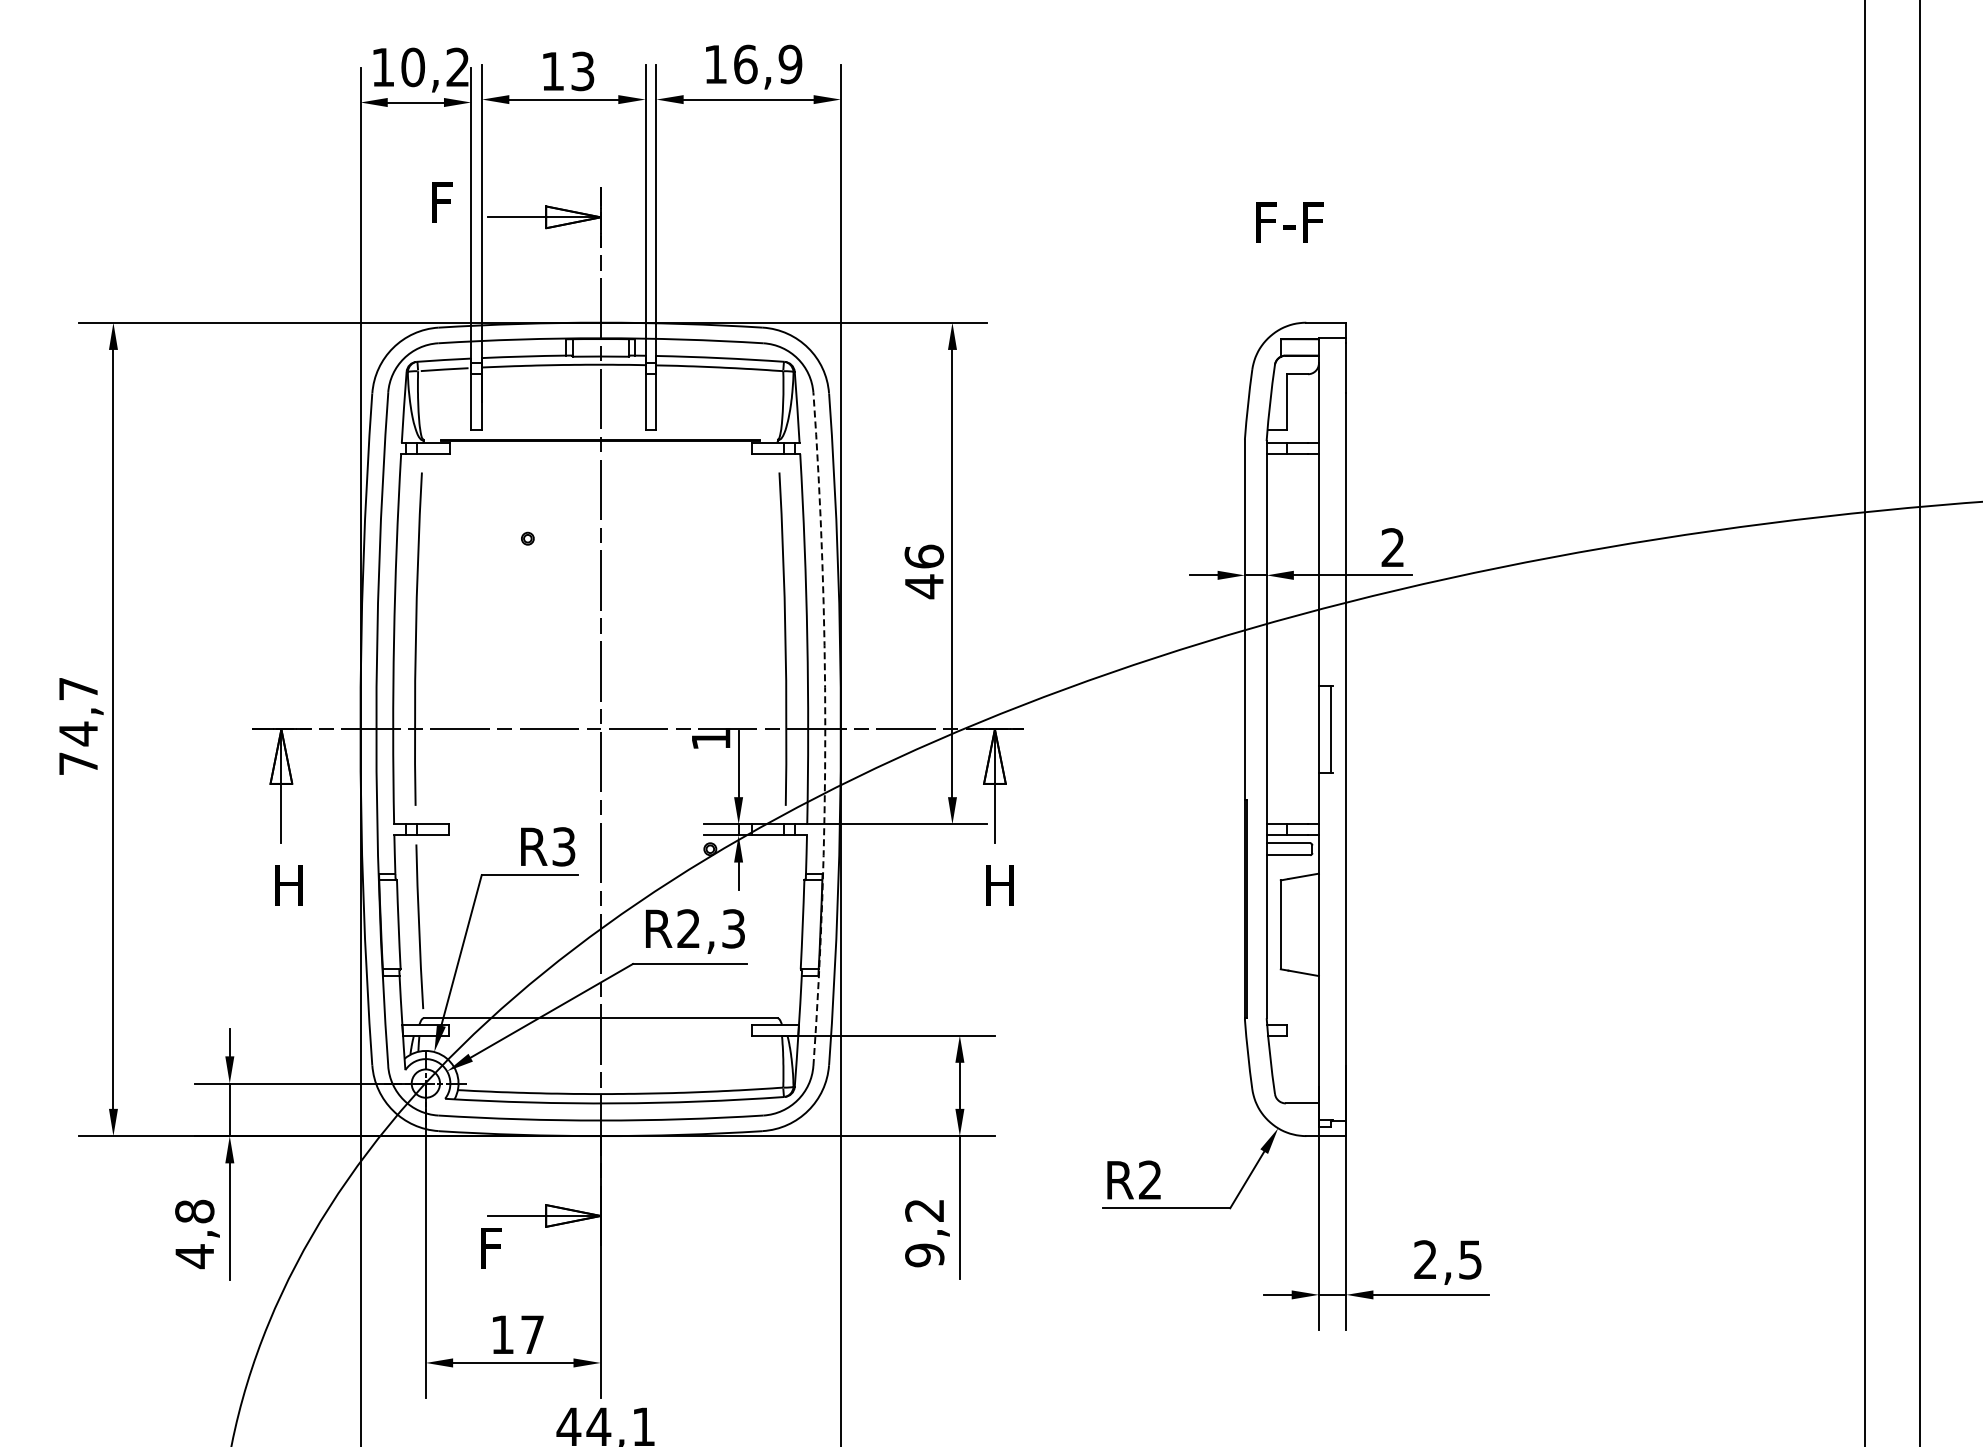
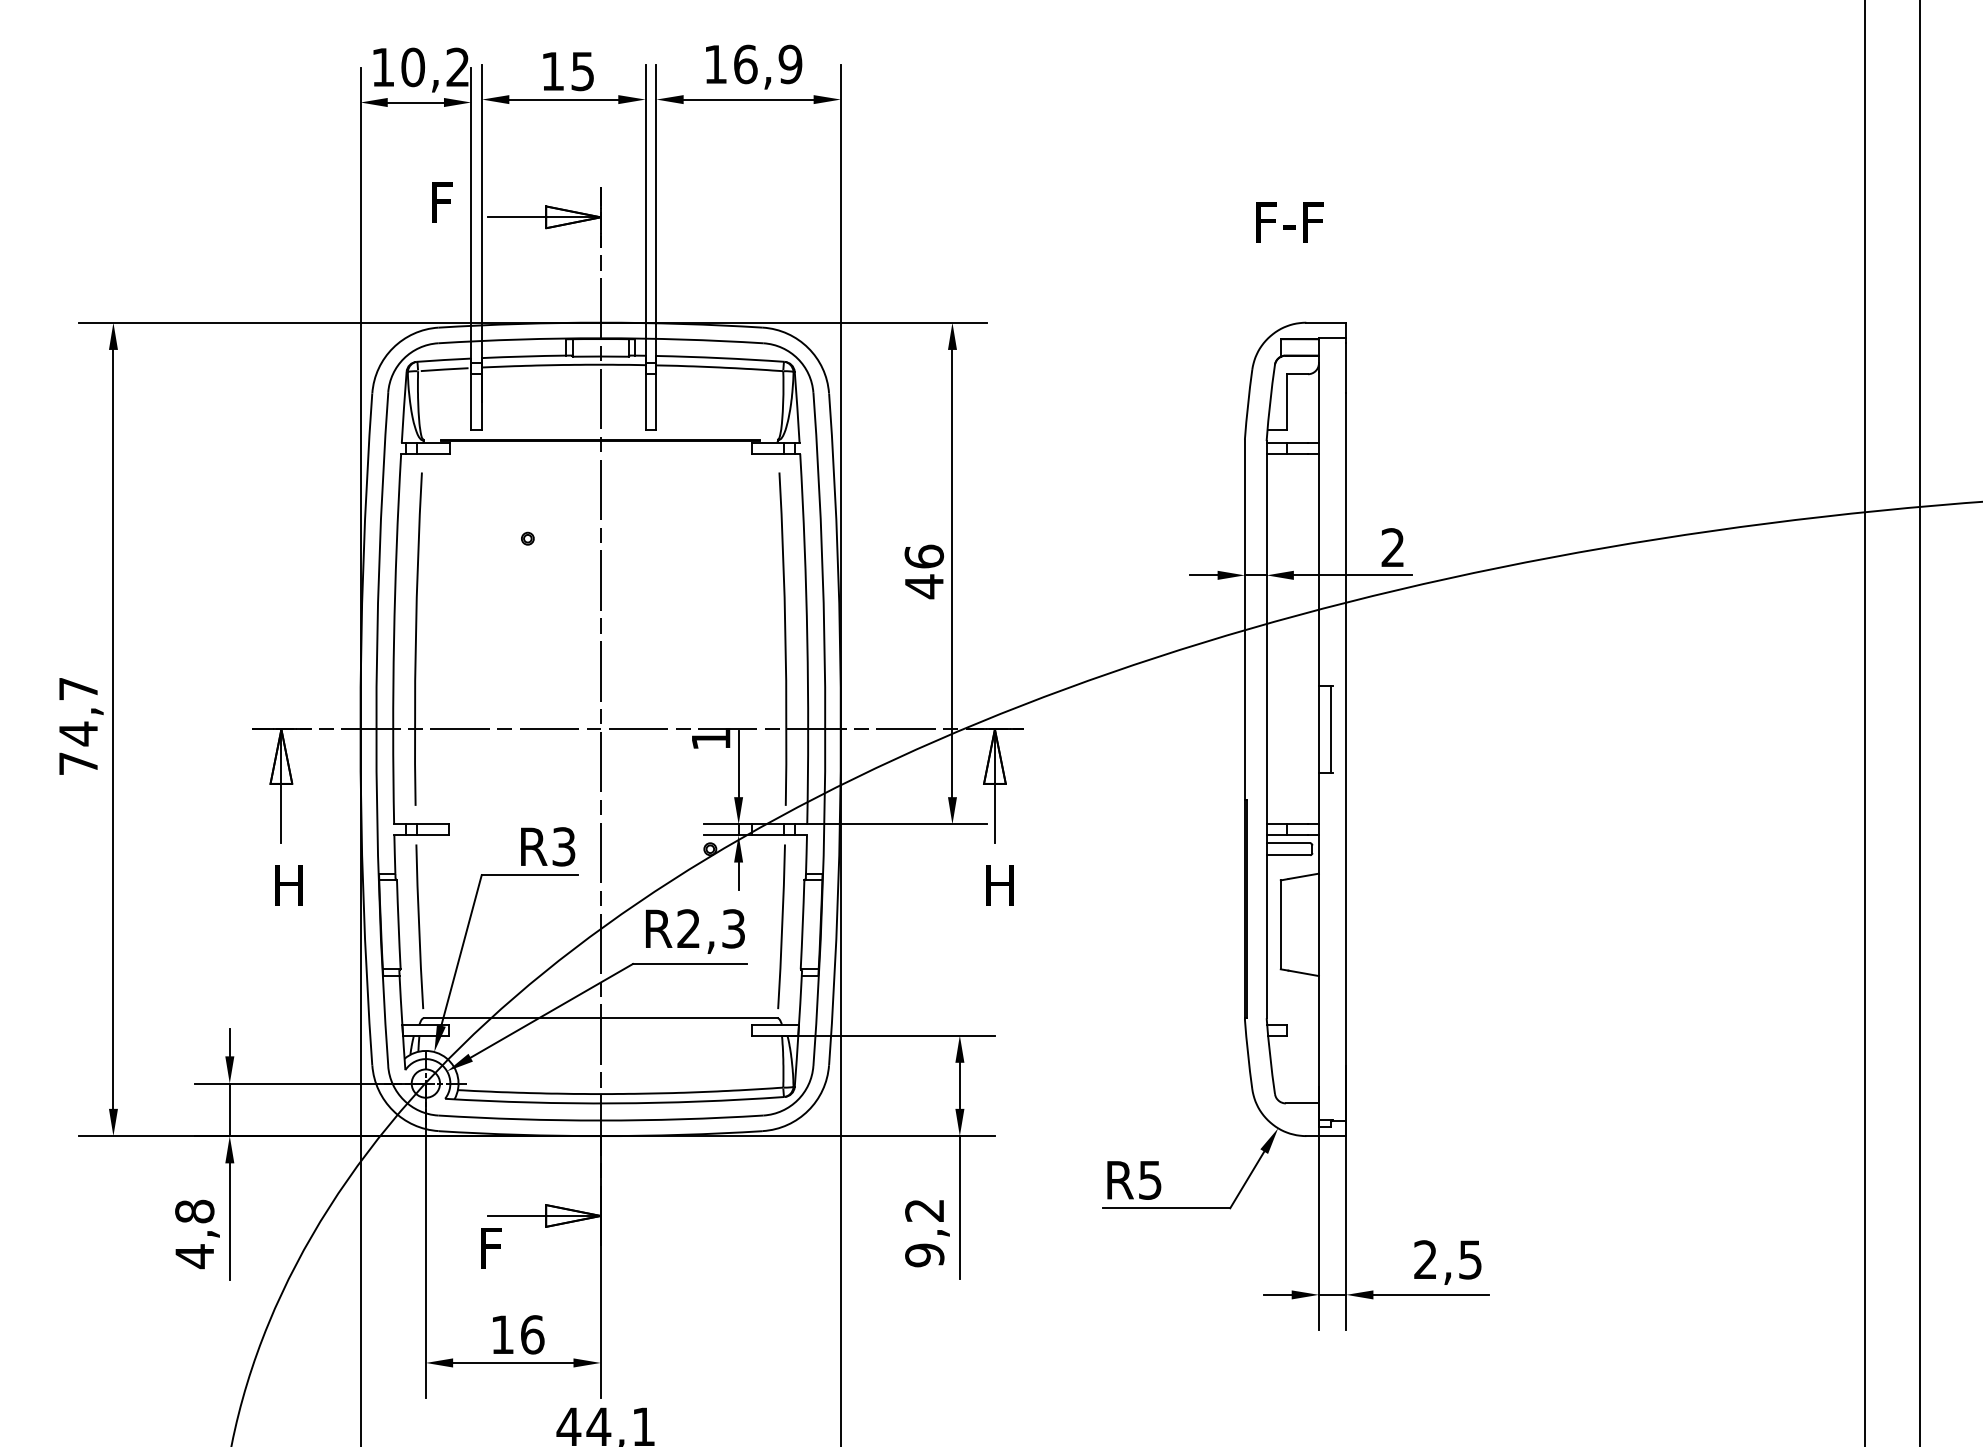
text at (583, 70): 13 -> 15
arc at (825, 729): dashed -> solid
line at (781, 926): none -> present
text at (1150, 1179): R2 -> R5
text at (532, 1334): 17 -> 16
